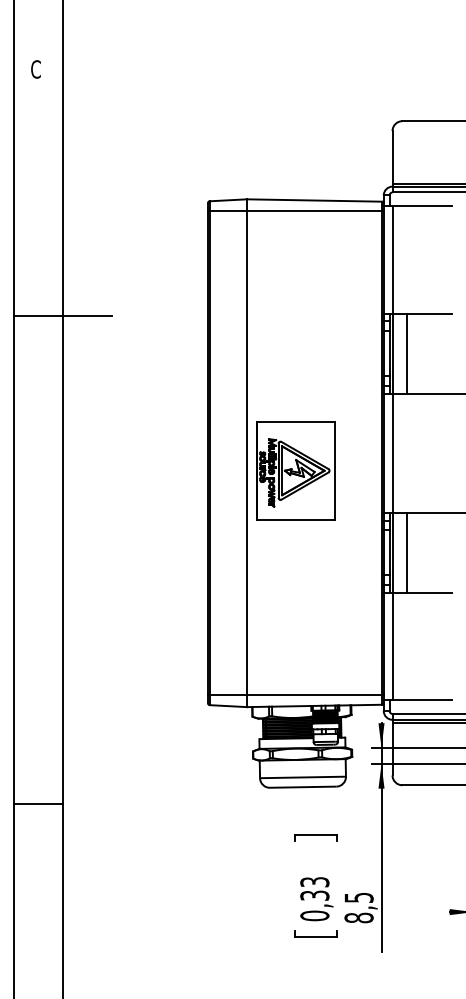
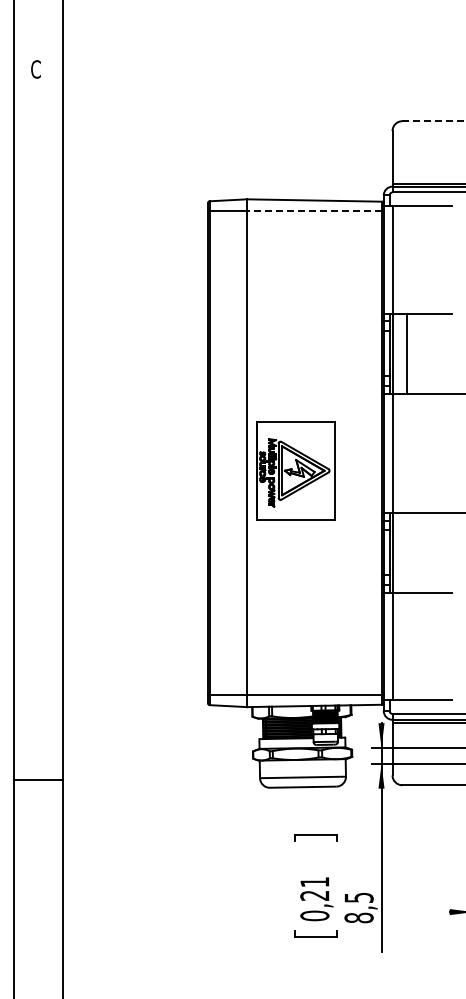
line at (434, 121): solid -> dashed
line at (313, 211): solid -> dashed
line at (62, 315): present -> none
line at (407, 552): present -> none
line at (37, 804) position: (37, 804) -> (37, 780)
text at (314, 888): 0,33 -> 0,21
